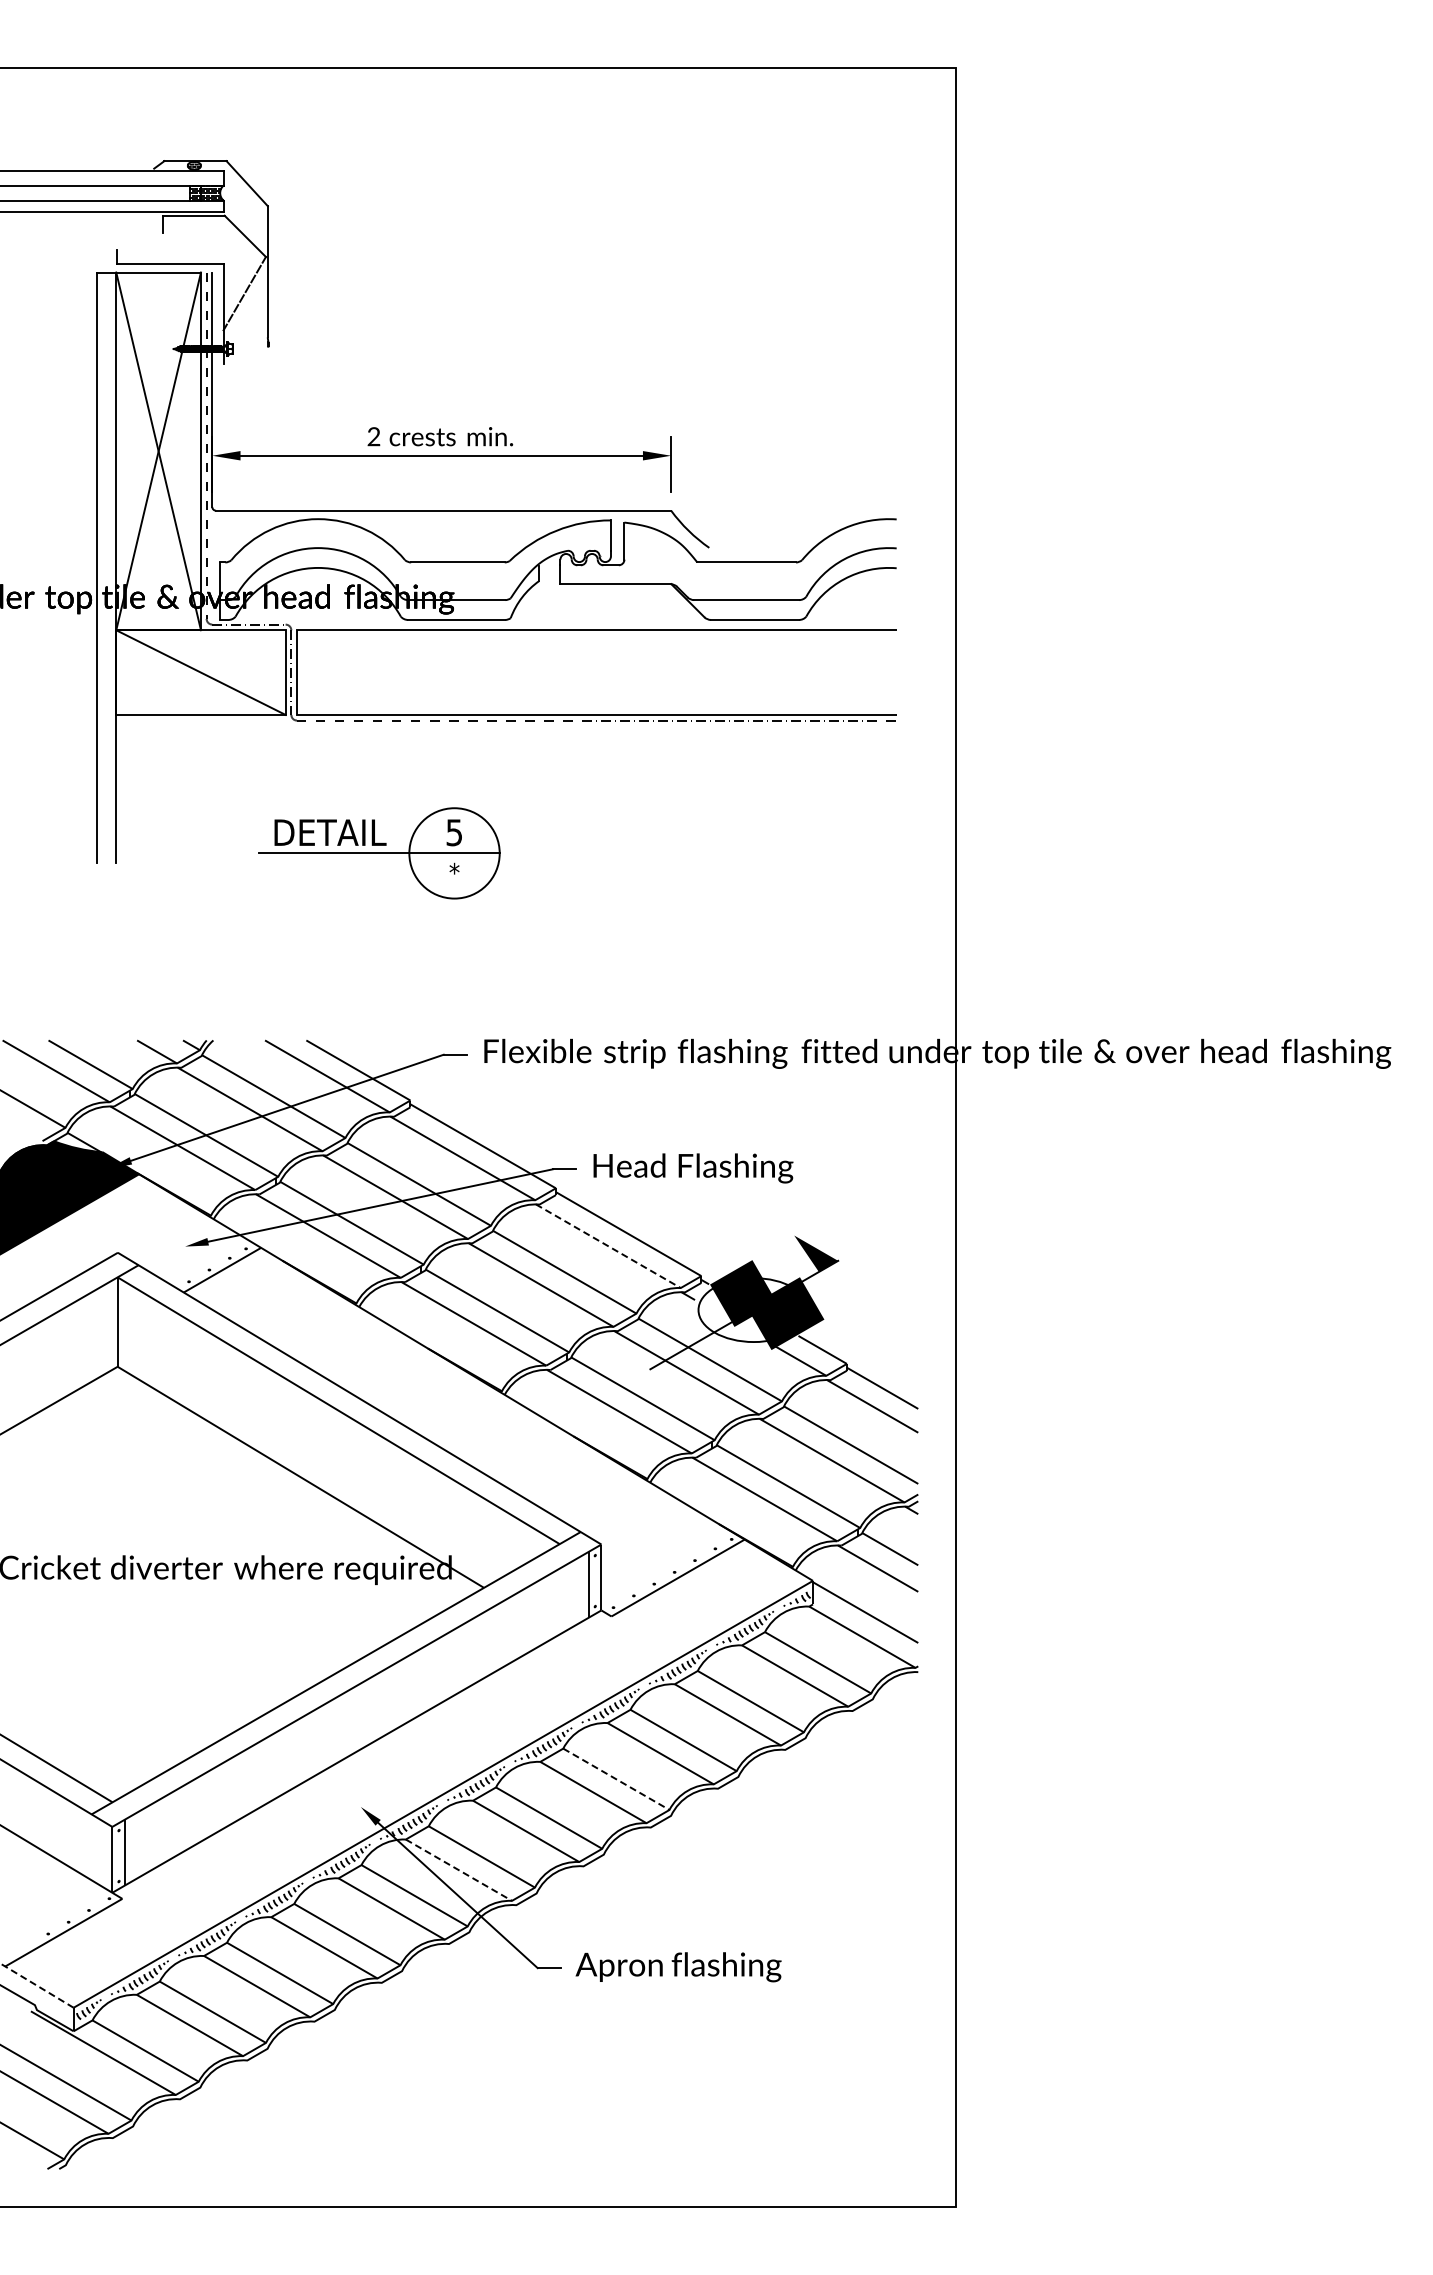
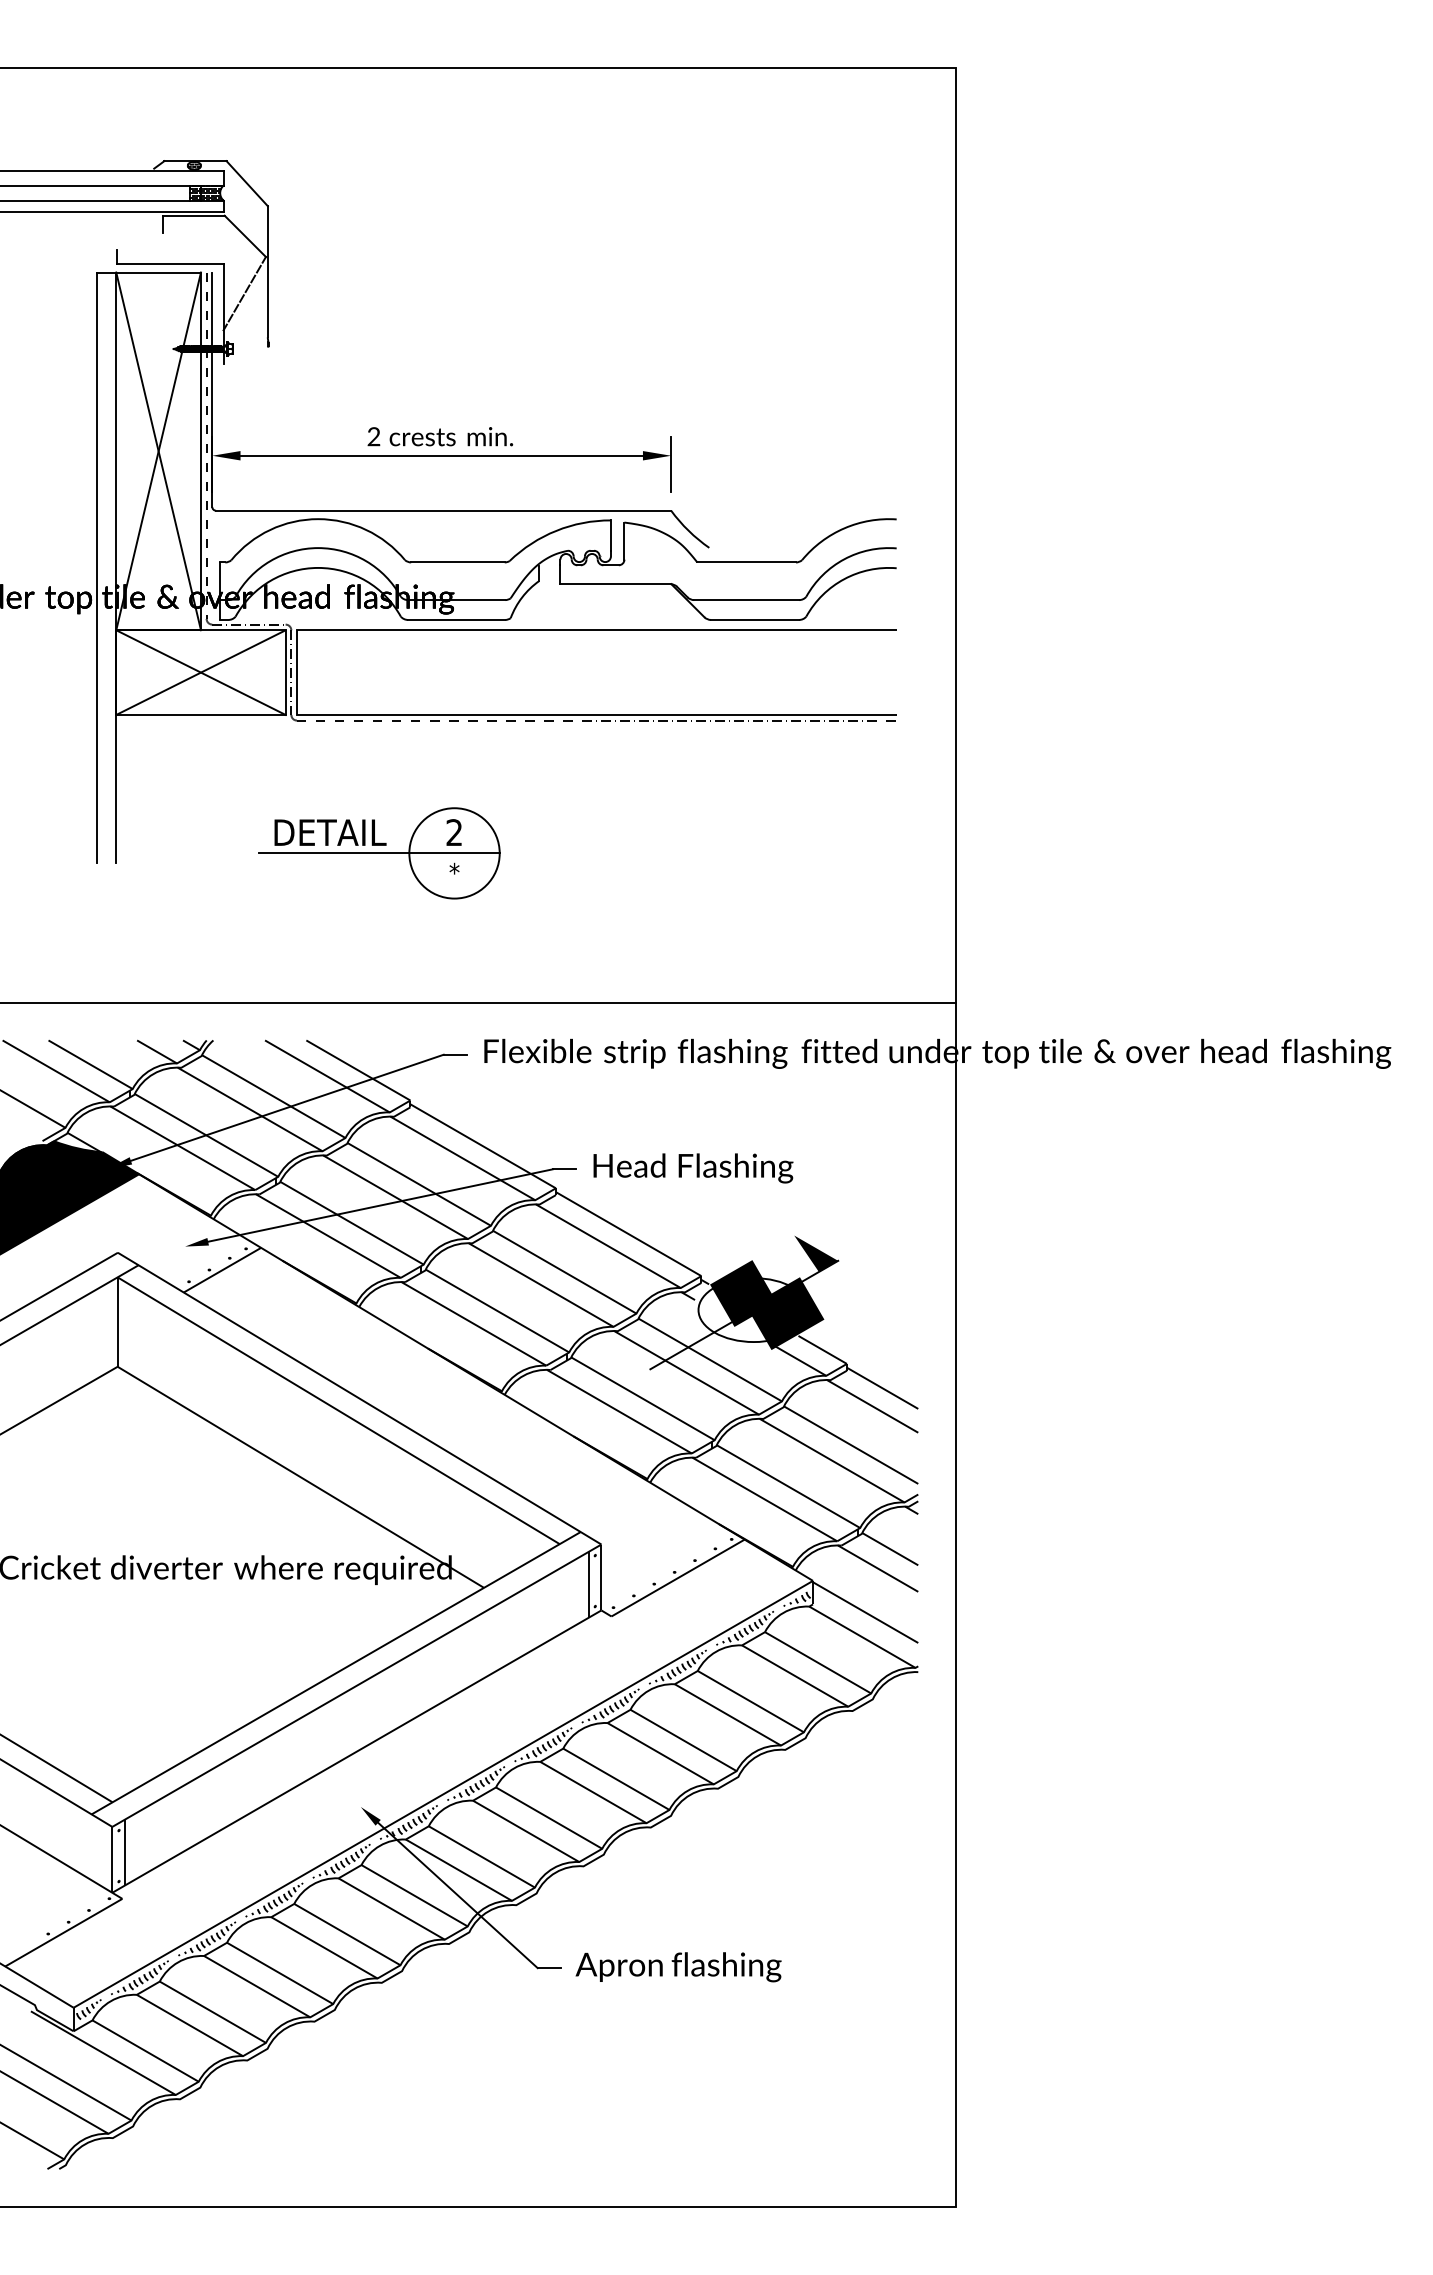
line at (200, 672): none -> present
text at (453, 832): 5 -> 2
line at (478, 1002): none -> present
line at (608, 1246): dashed -> solid
line at (616, 1779): dashed -> solid
line at (459, 1870): dashed -> solid
line at (36, 1985): dashed -> solid
